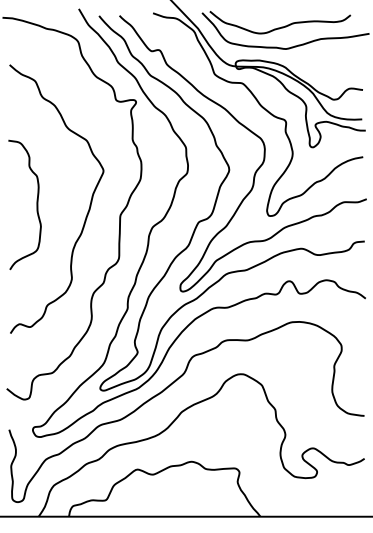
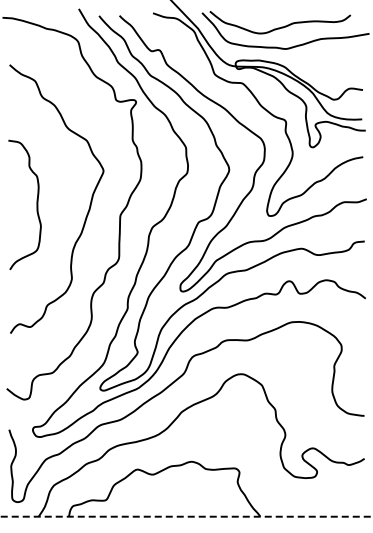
line at (186, 516): solid -> dashed
